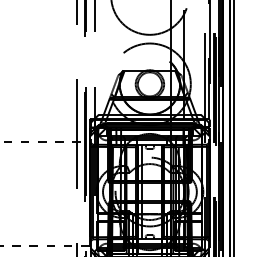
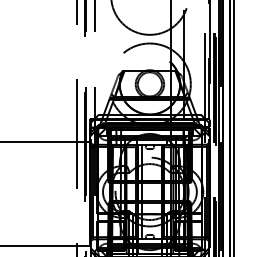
line at (45, 142): dashed -> solid
line at (44, 245): dashed -> solid
